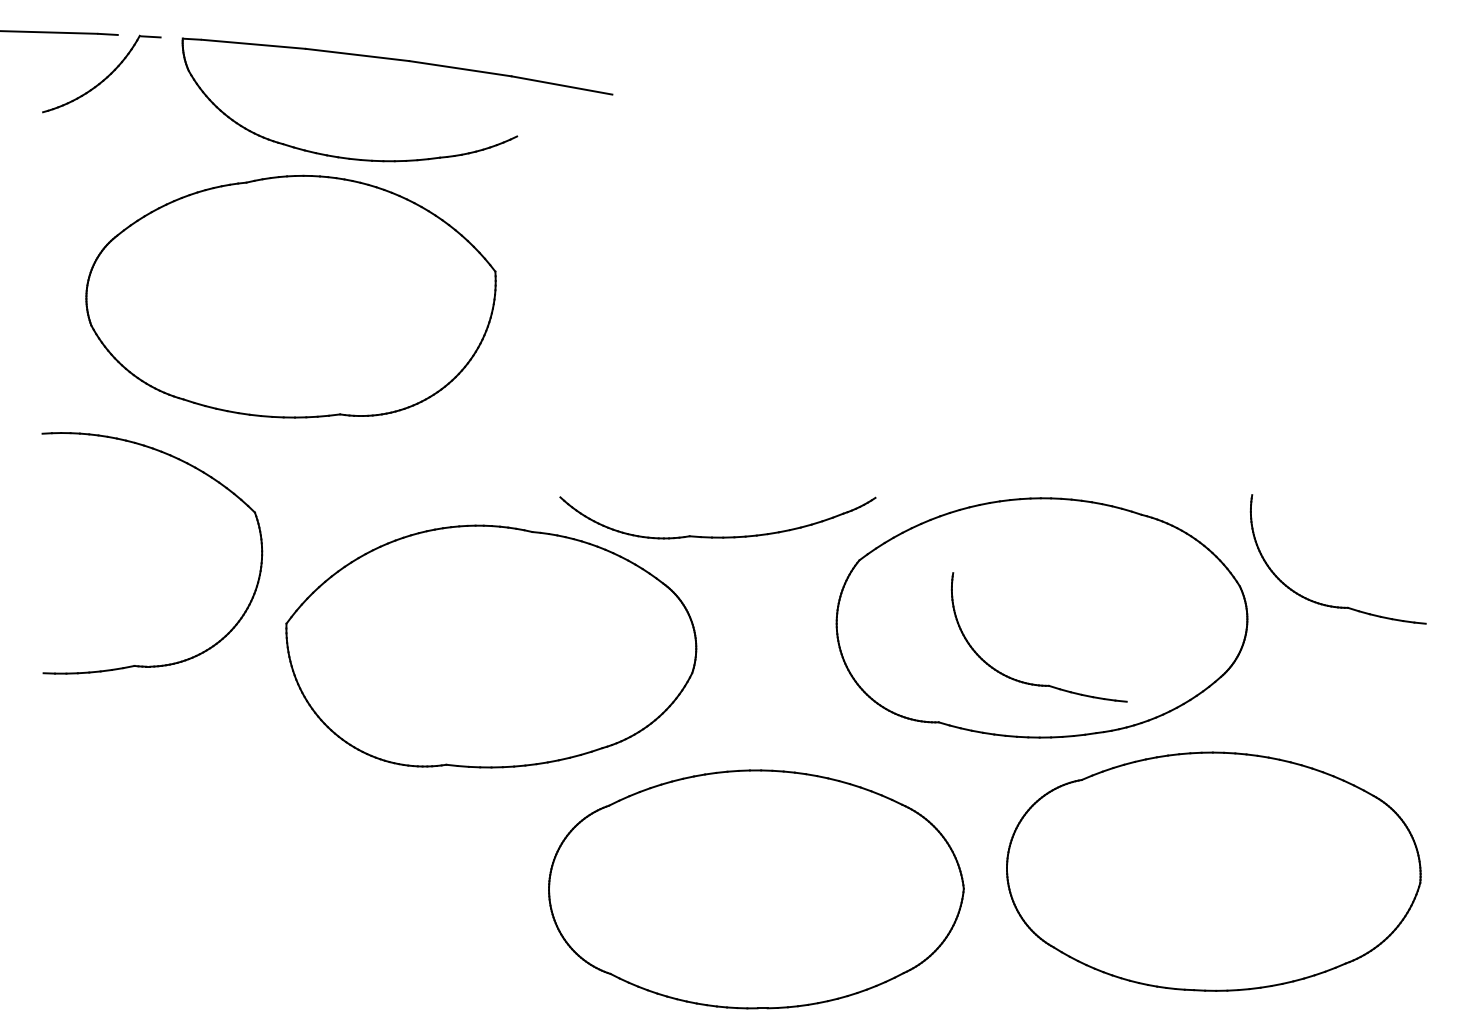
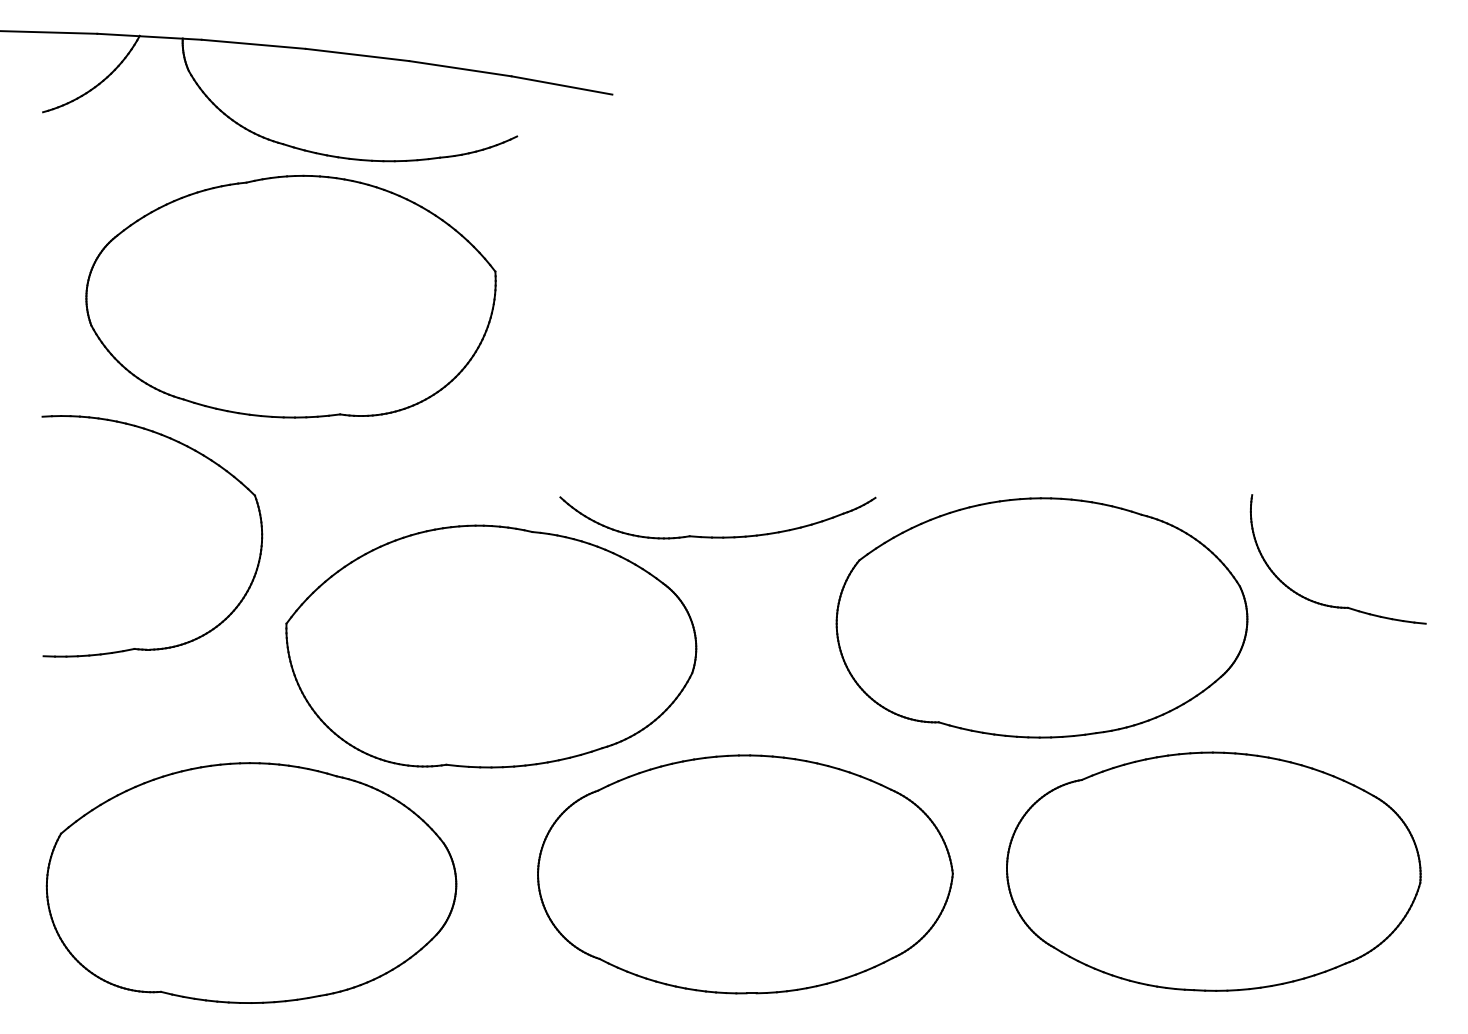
line at (150, 36): dashed -> solid
part at (199, 471) position: (199, 471) -> (199, 454)
part at (1028, 682): present -> none
part at (251, 882): none -> present
part at (756, 889) position: (756, 889) -> (745, 874)
